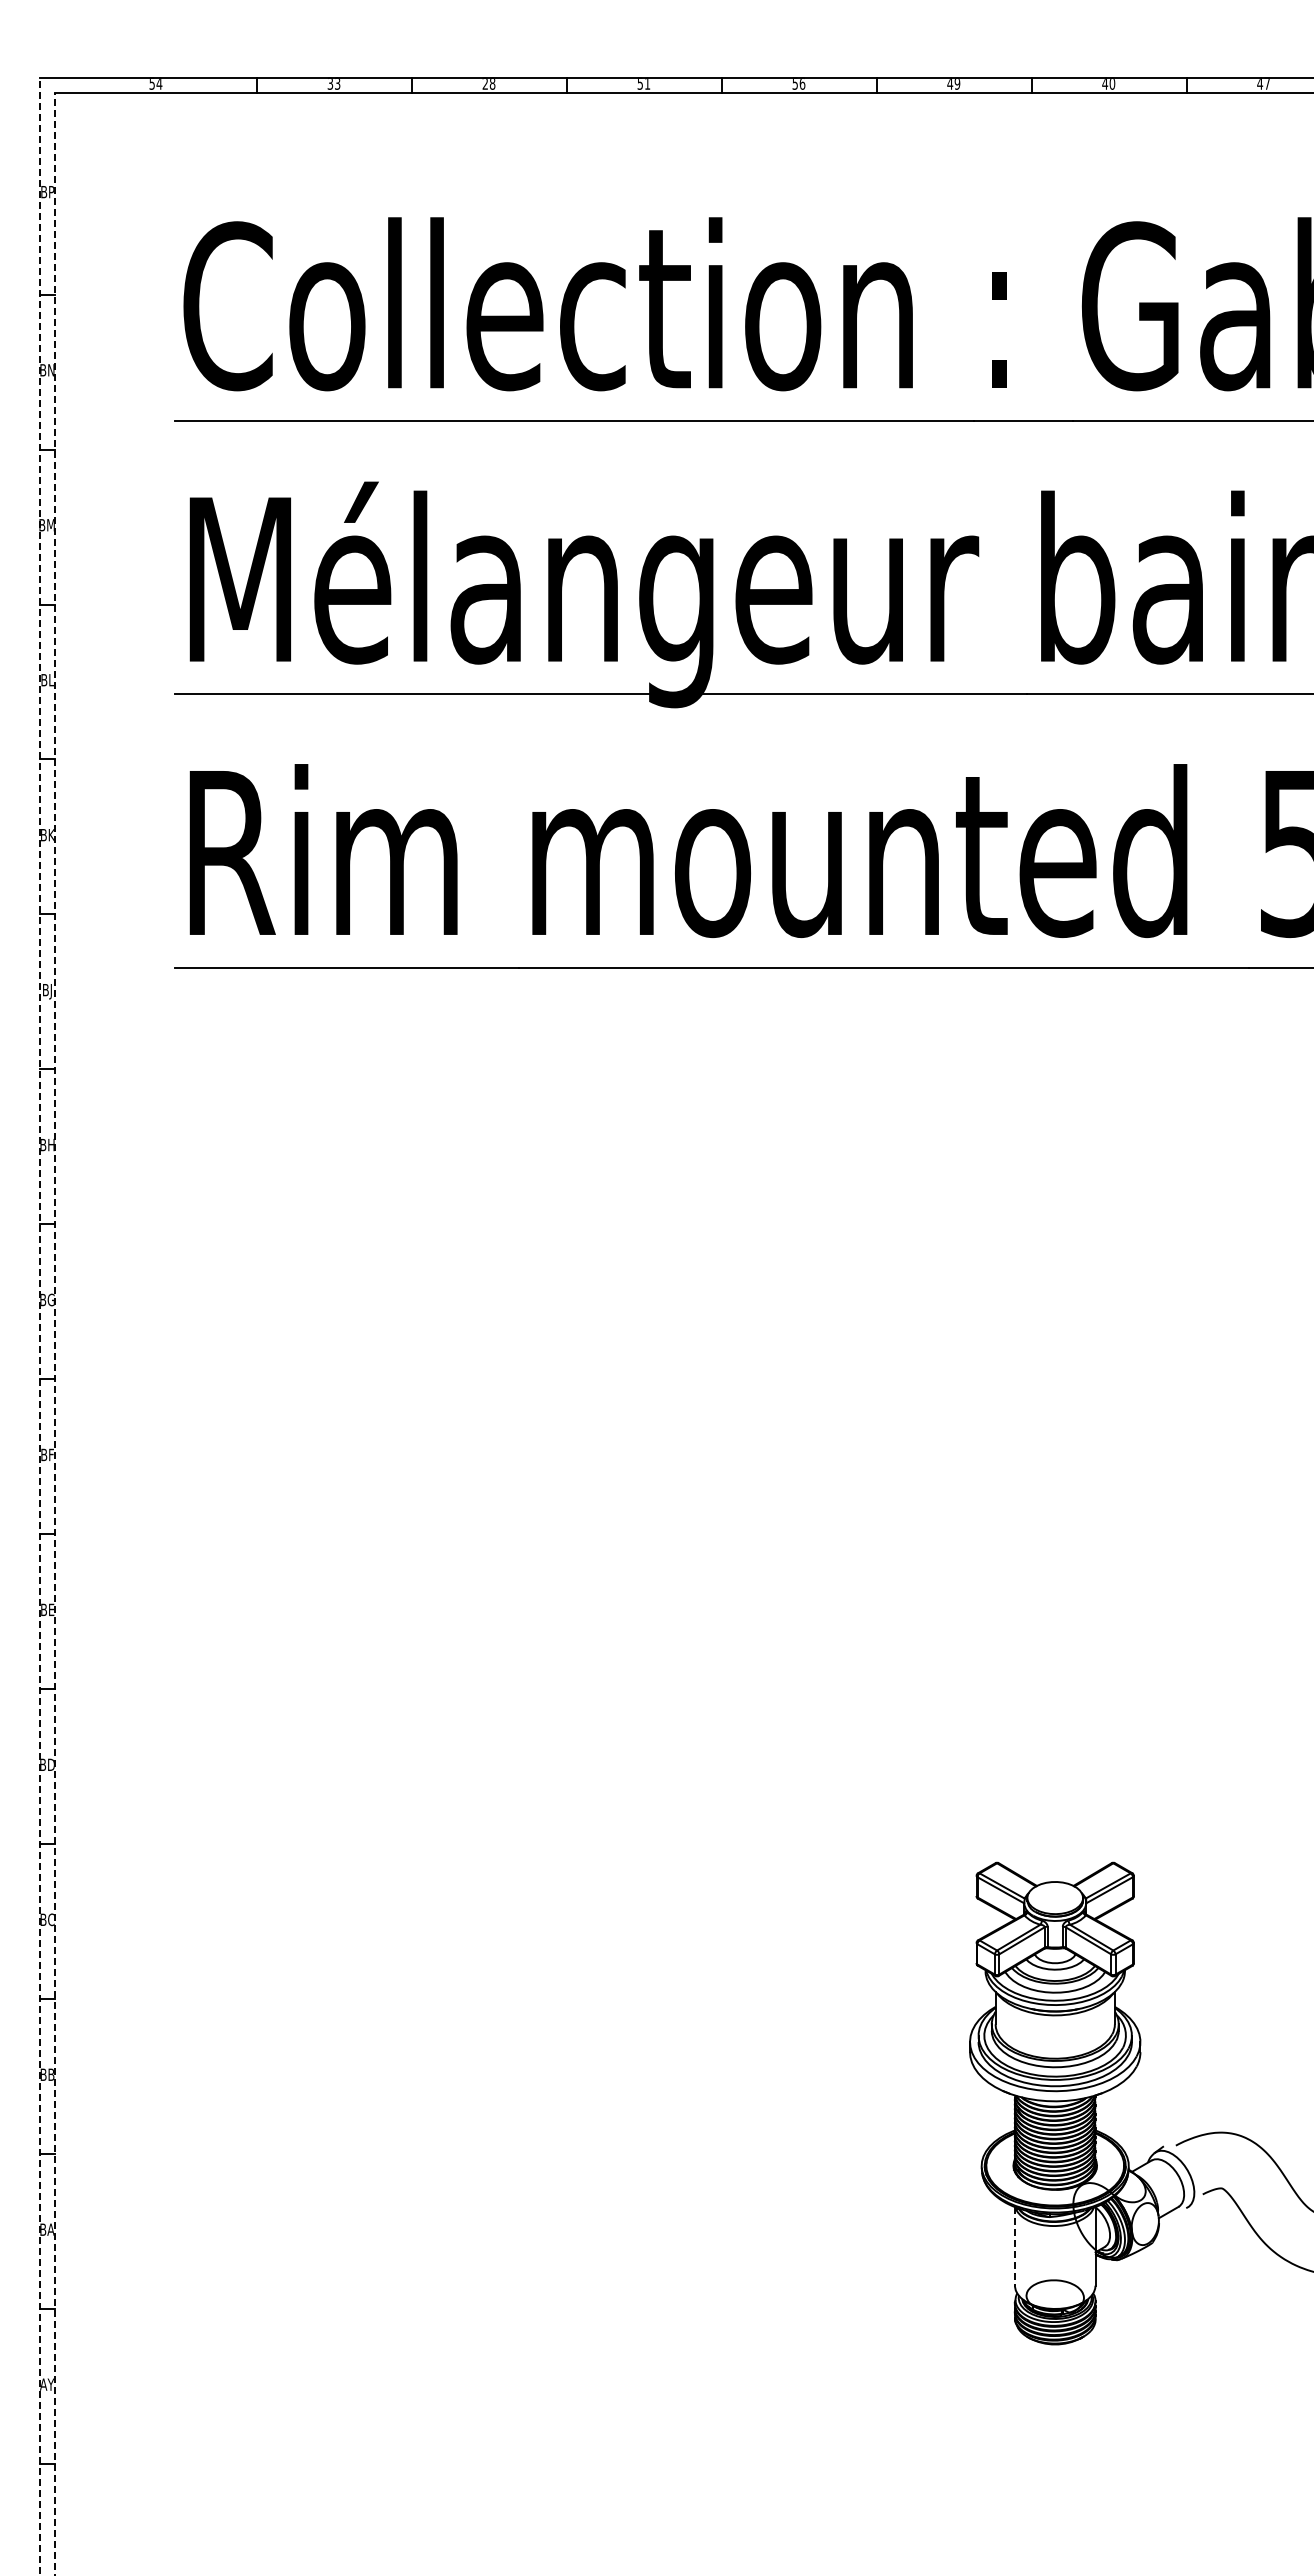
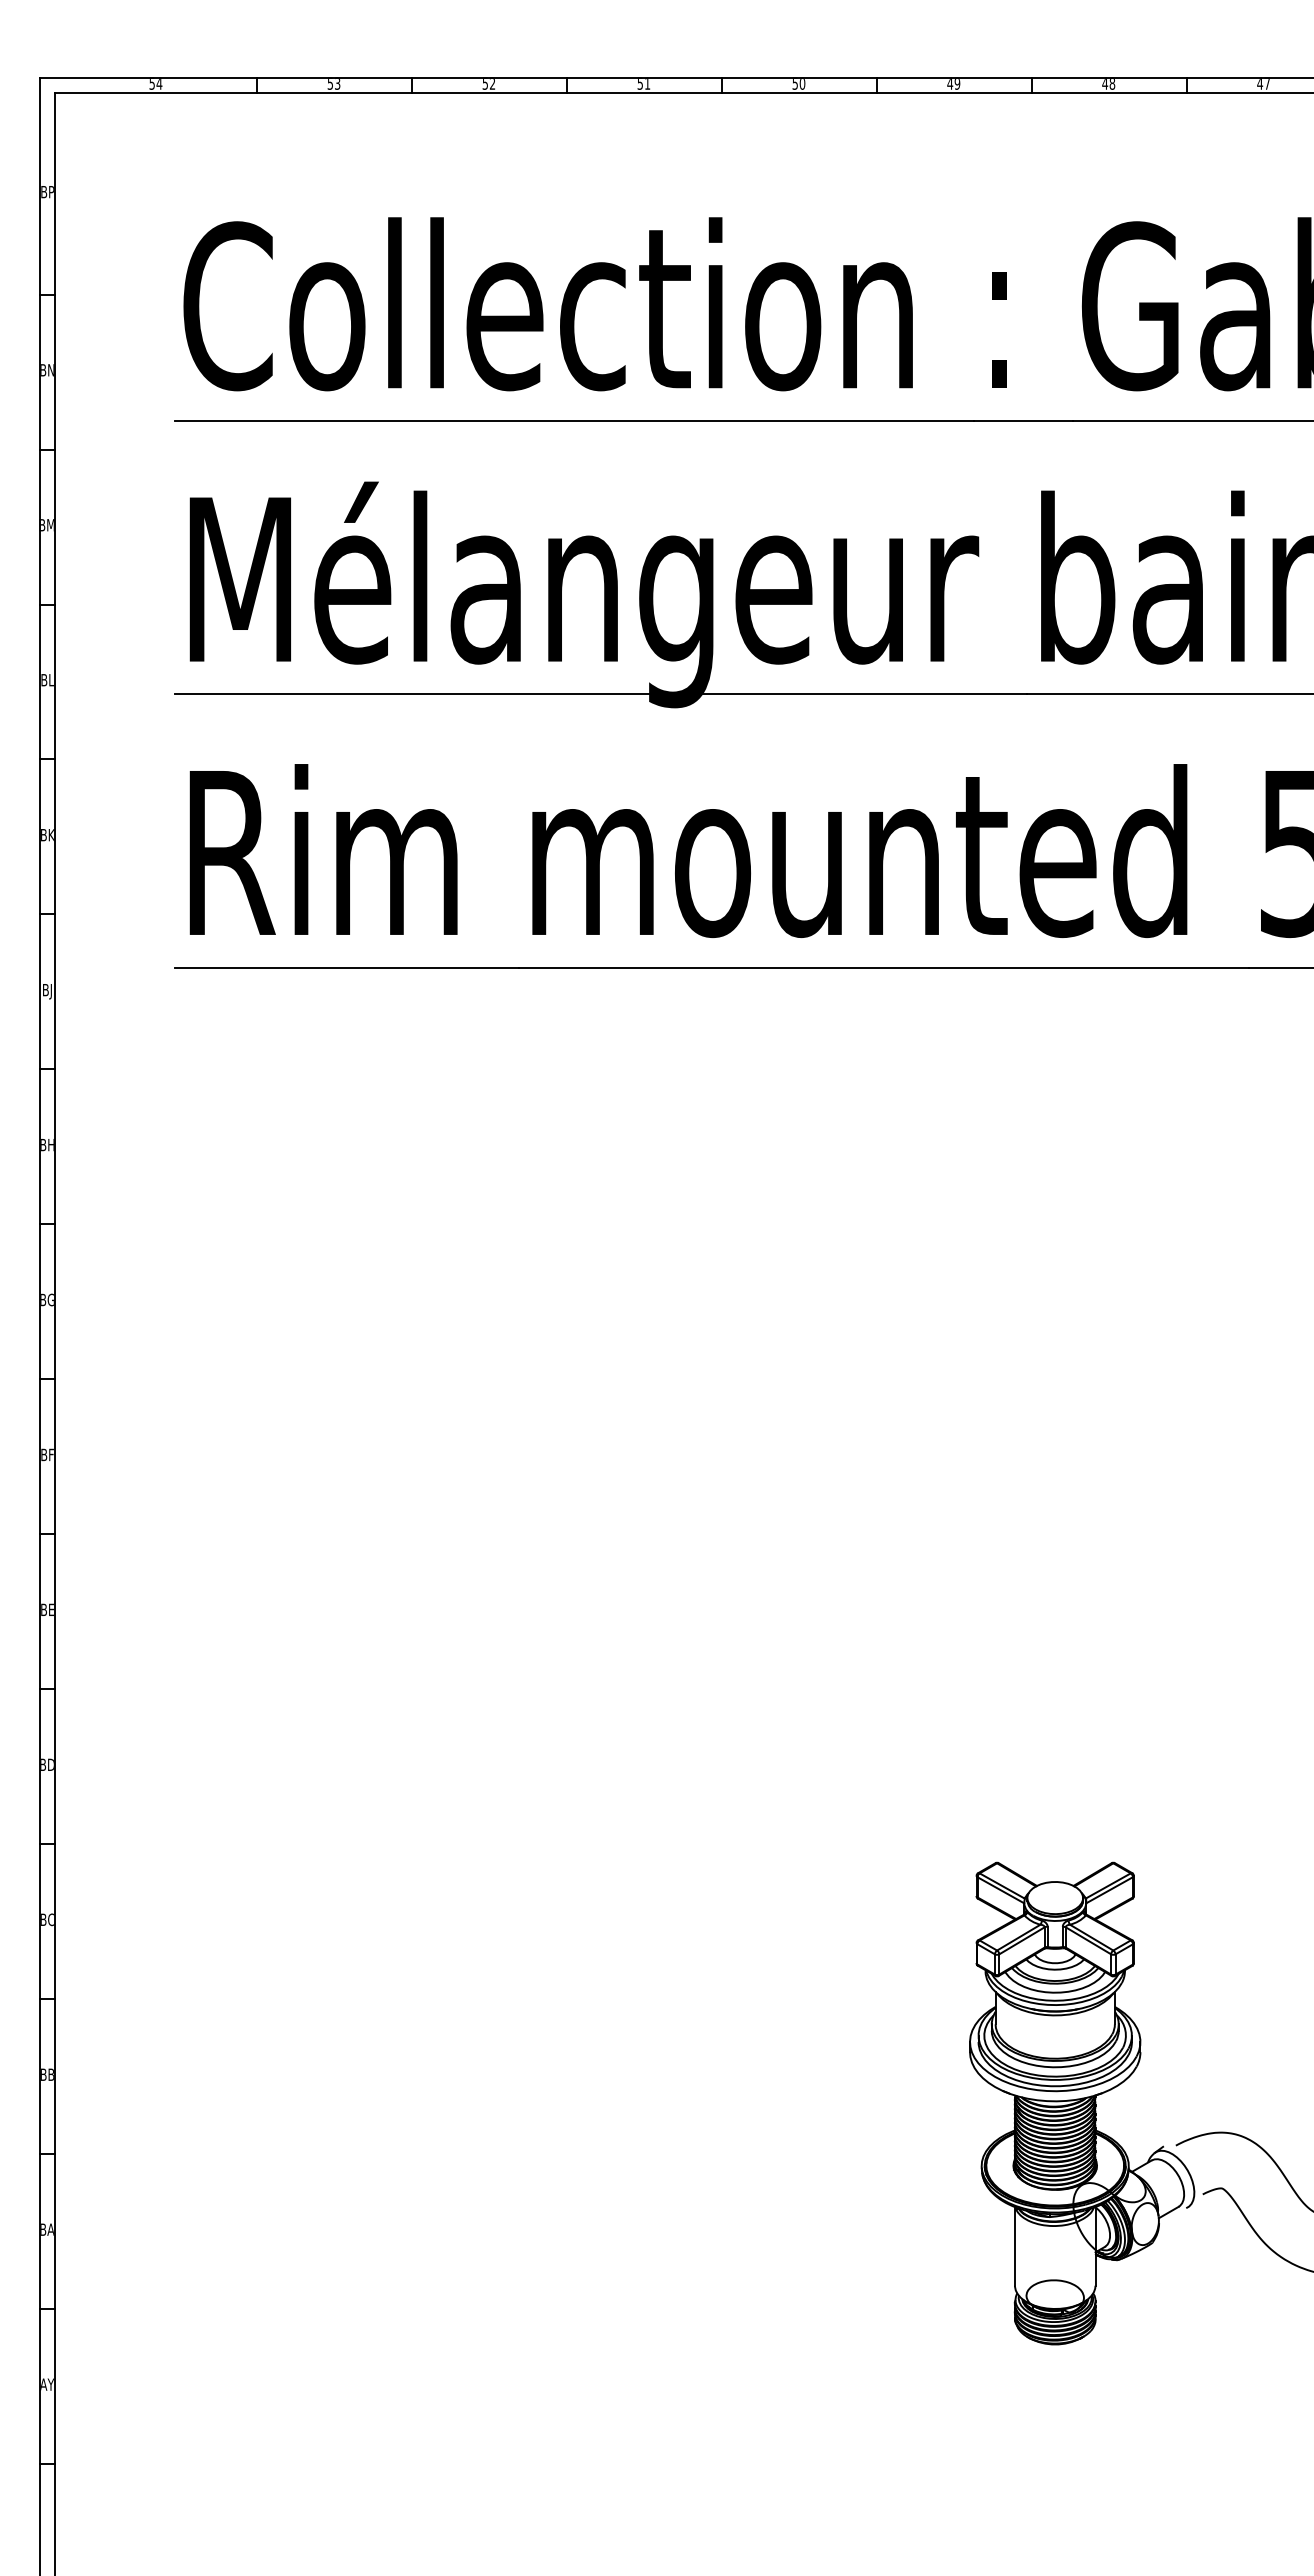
text at (330, 83): 33 -> 53
text at (488, 84): 28 -> 52
text at (802, 84): 56 -> 50
text at (1112, 84): 40 -> 48
line at (39, 1326): dashed -> solid
line at (55, 1334): dashed -> solid
line at (1014, 2246): dashed -> solid
